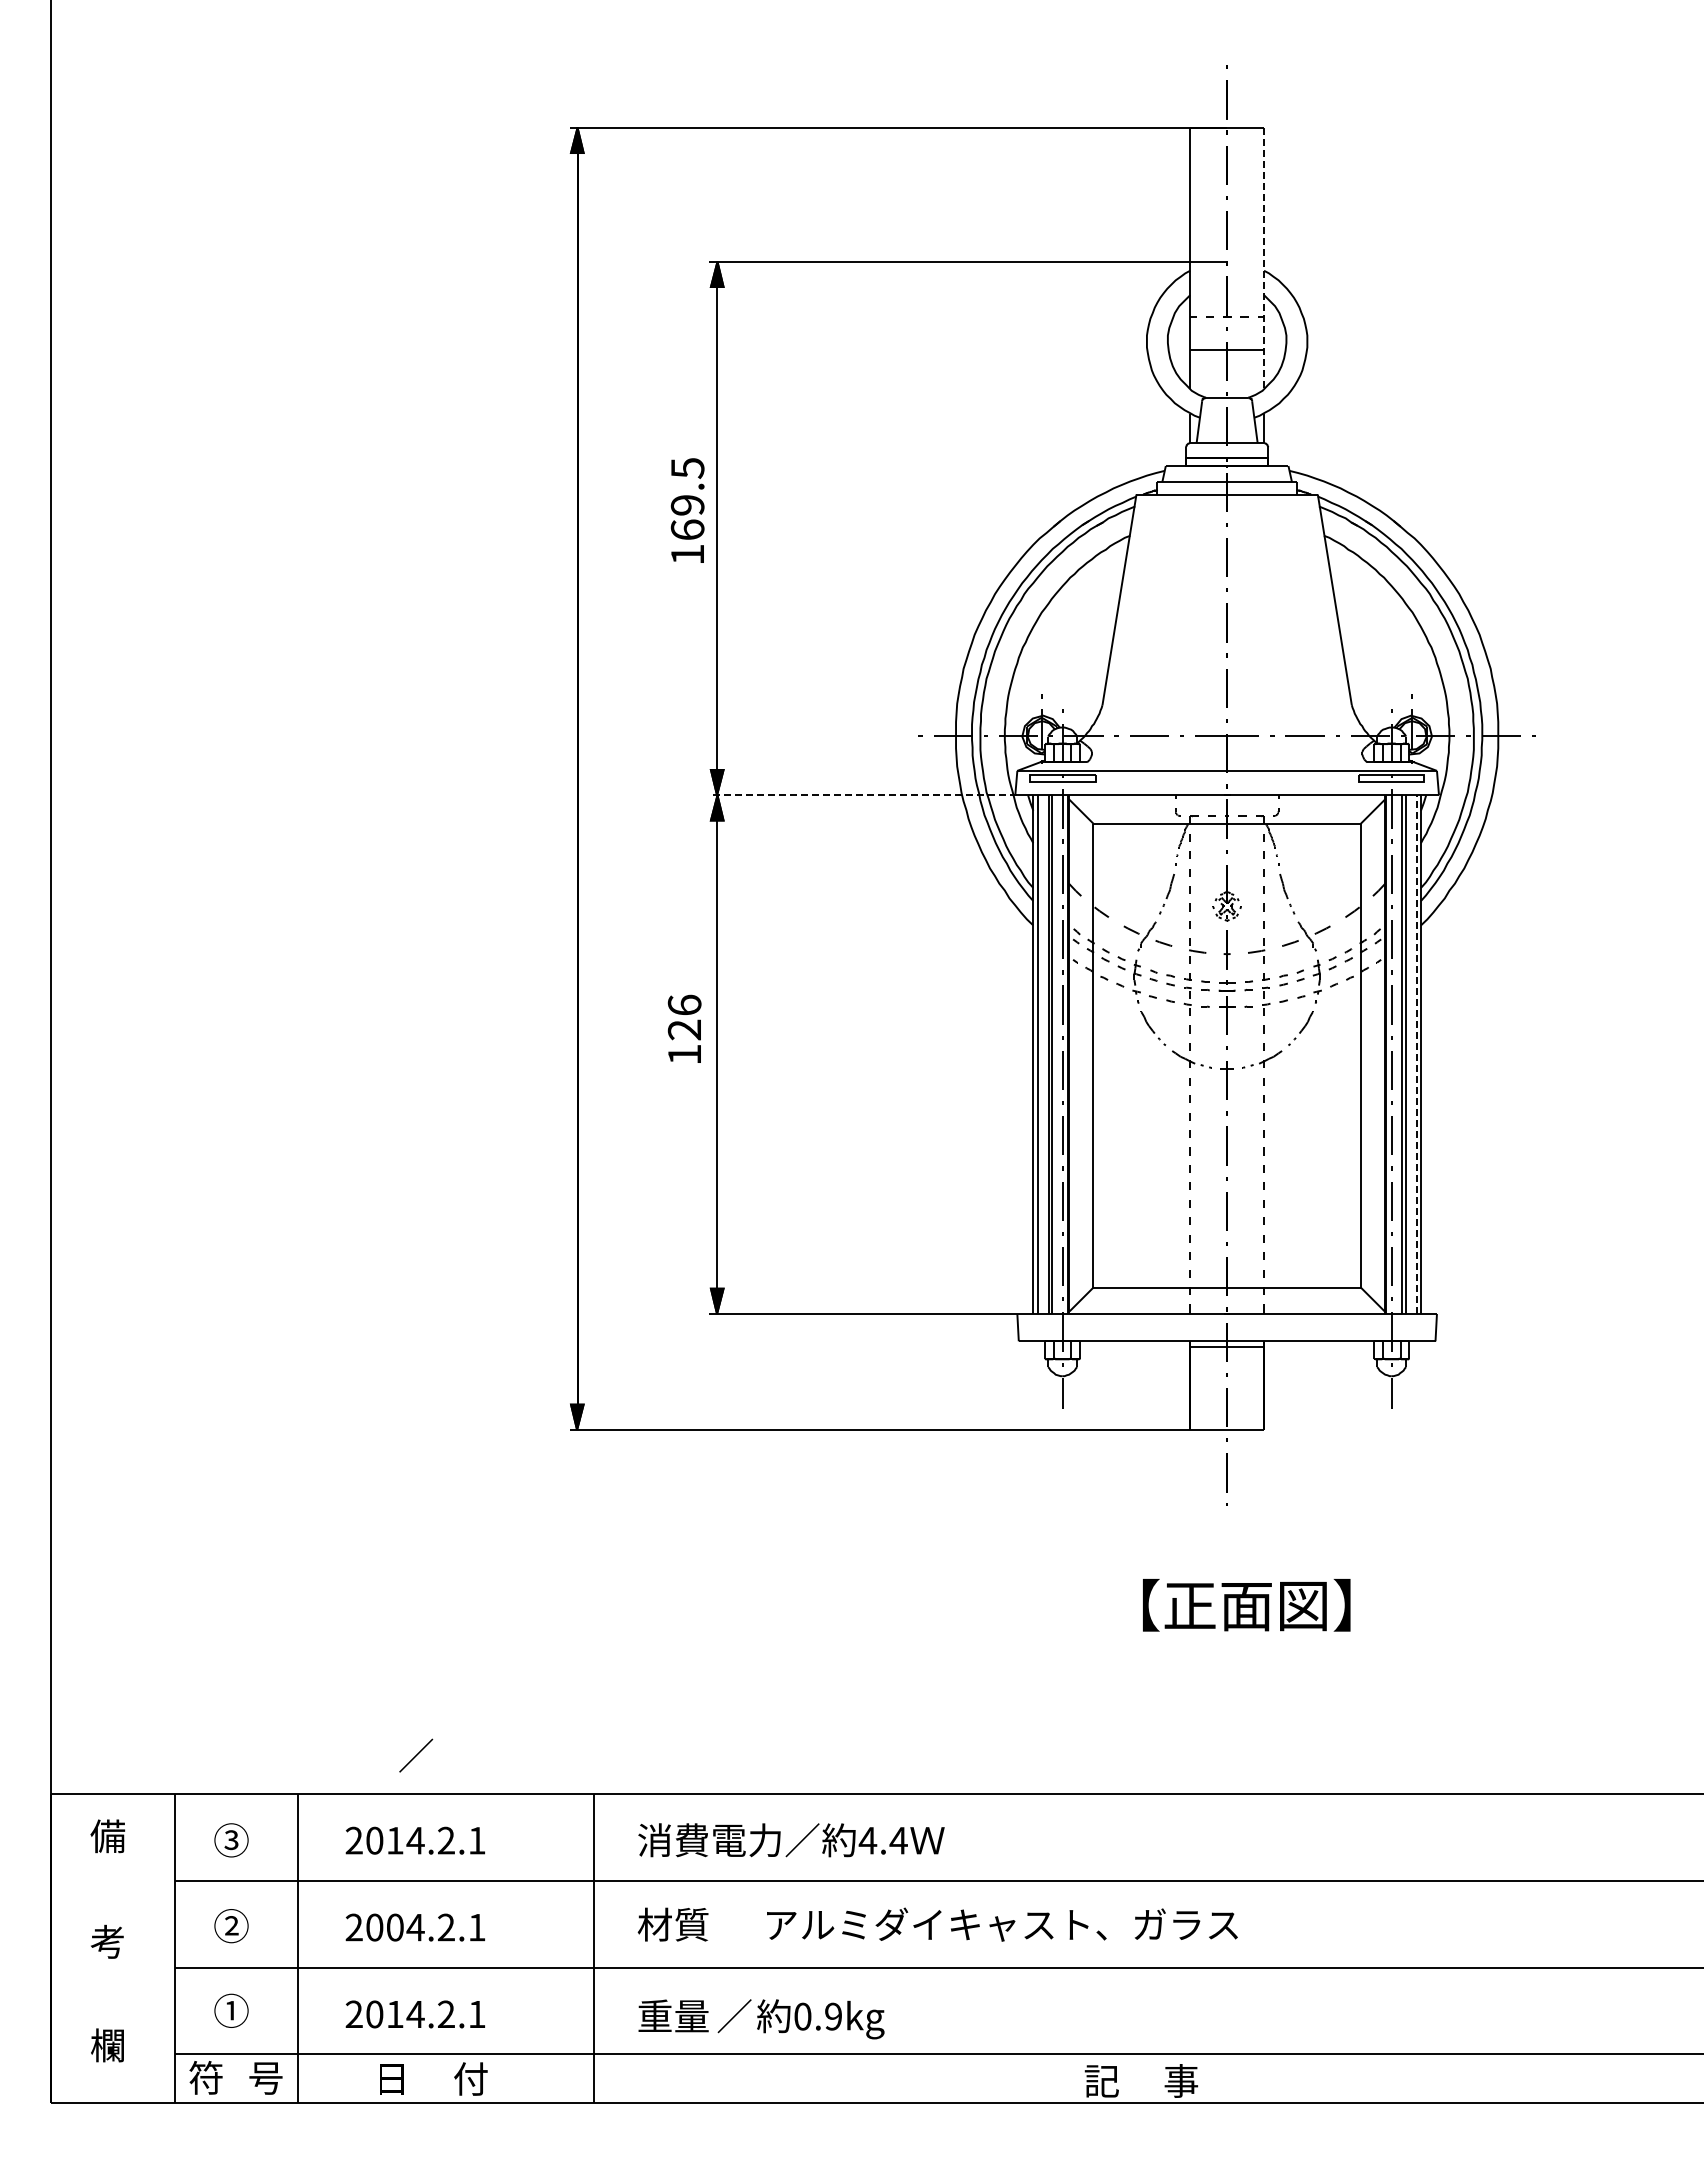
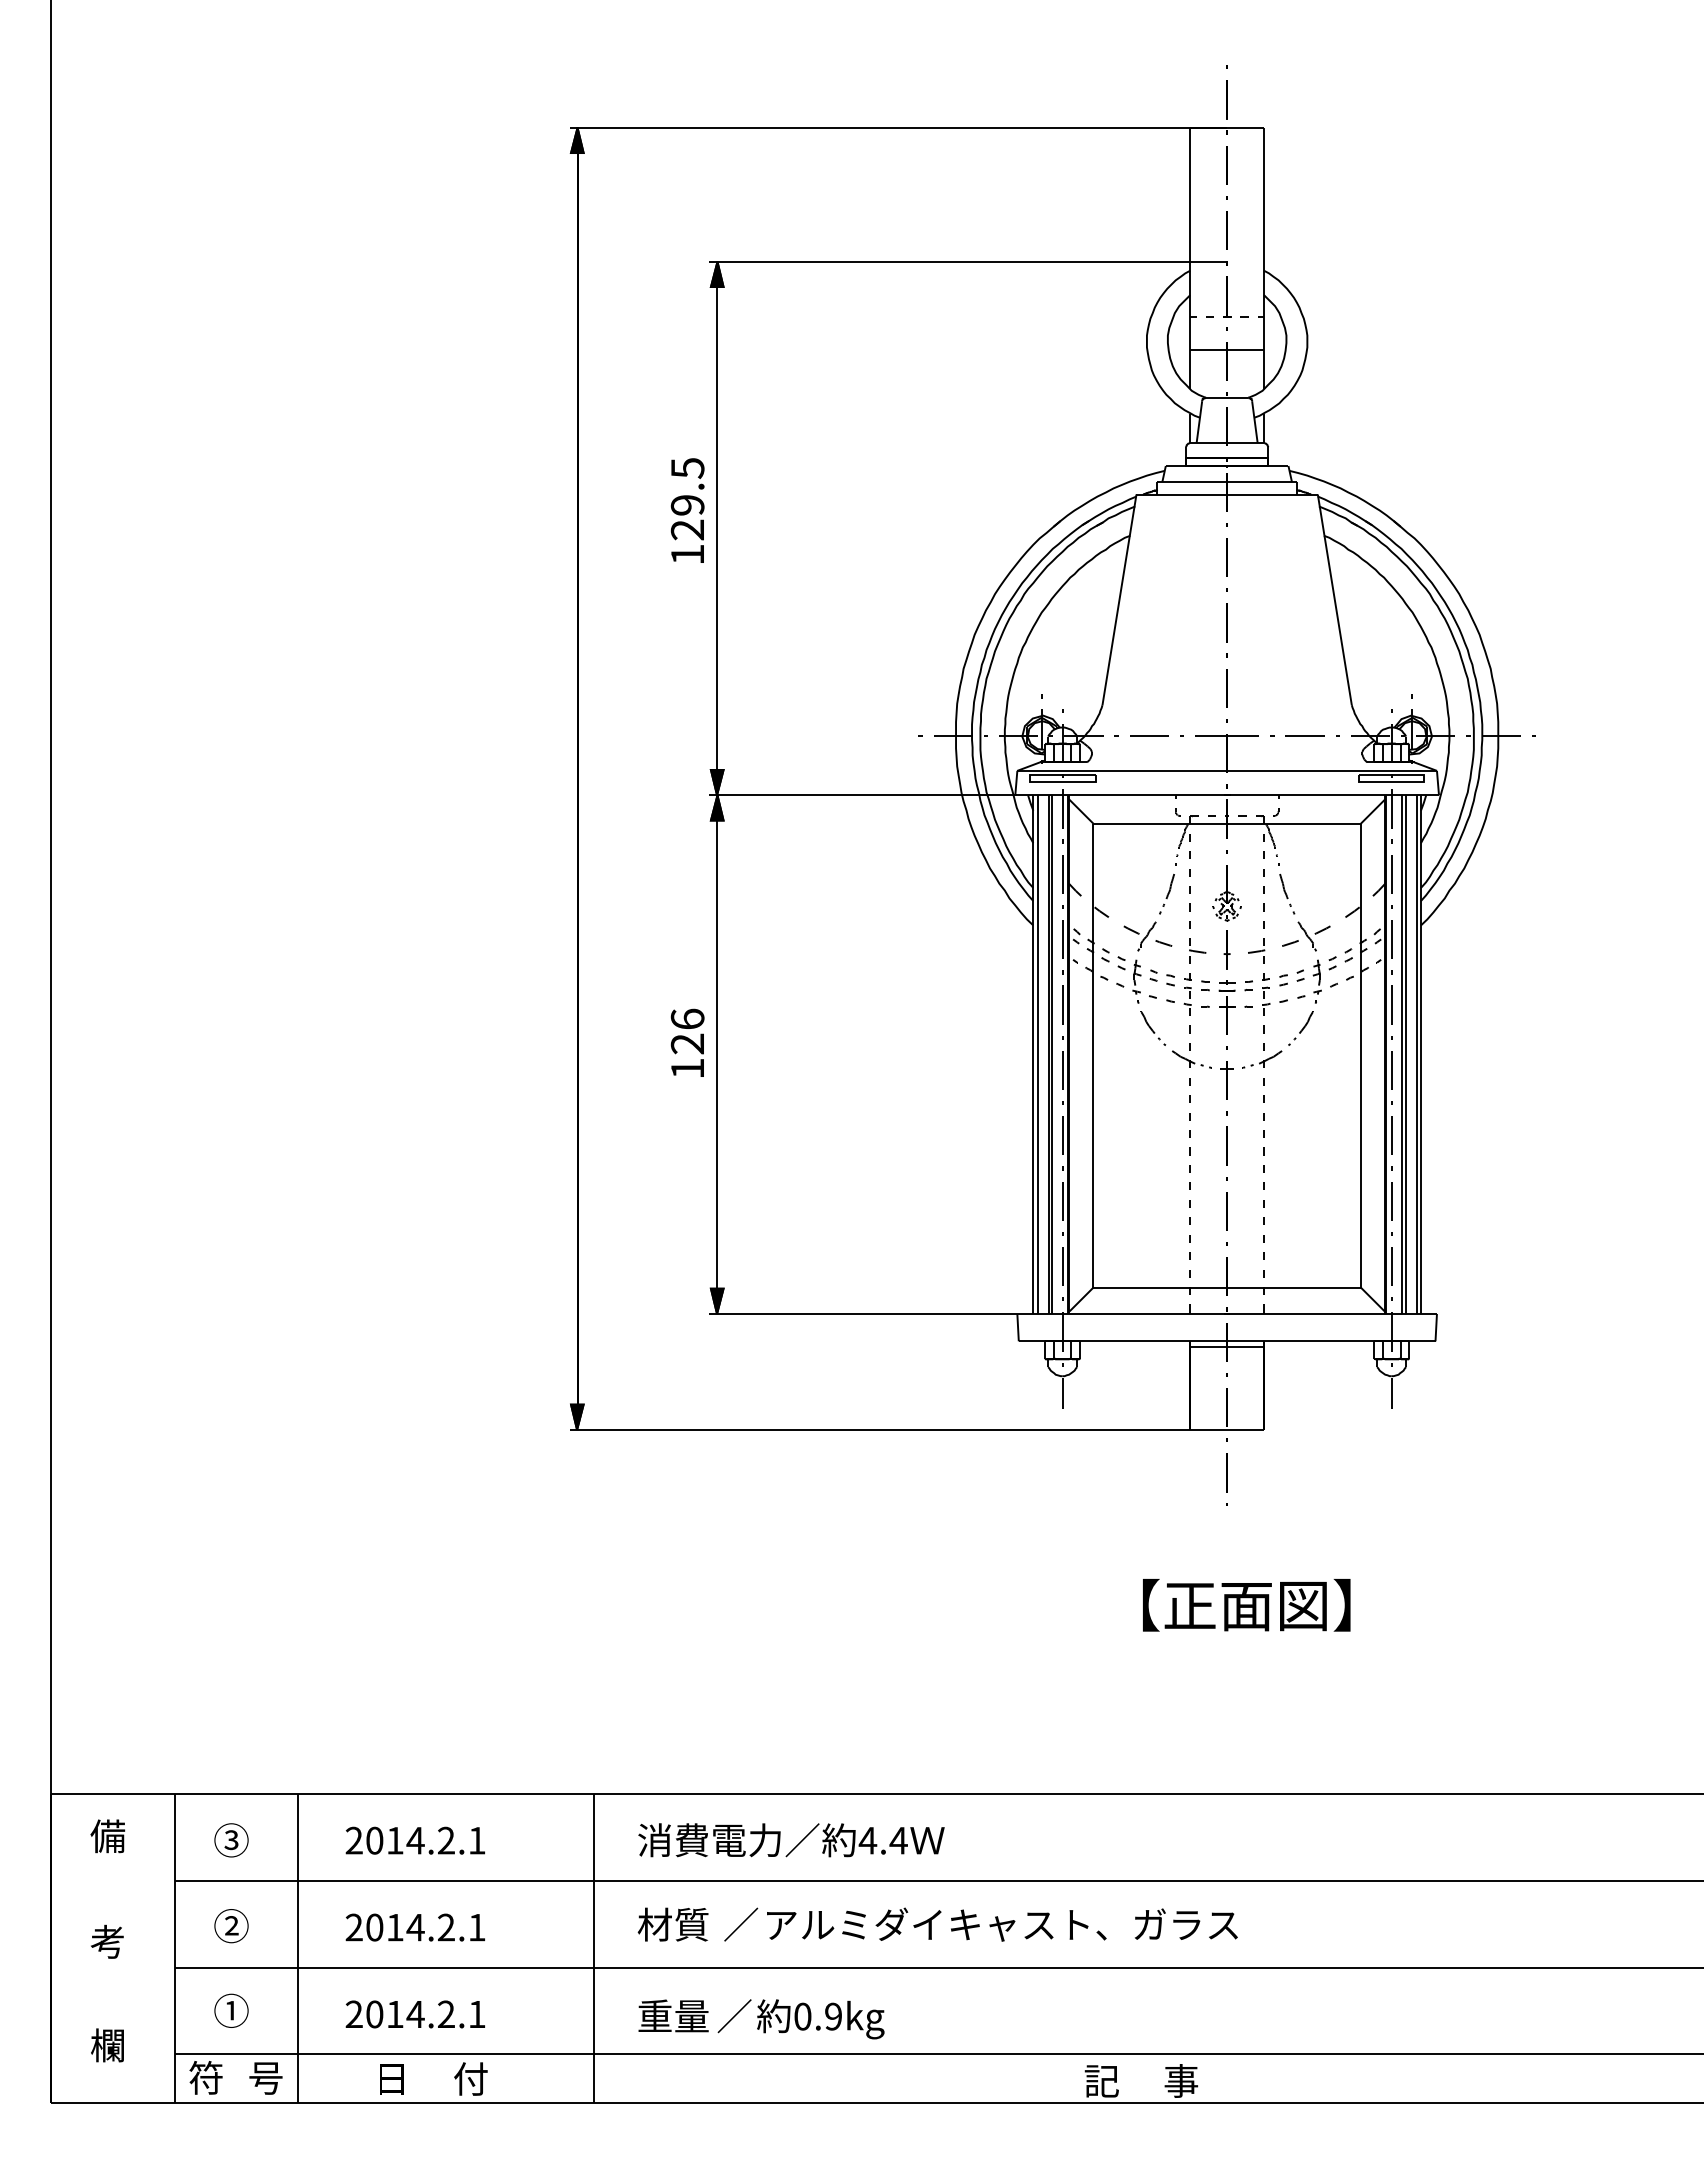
line at (1264, 258): dashed -> solid
text at (687, 529): 169.5 -> 129.5
line at (862, 795): dashed -> solid
text at (684, 1028) position: (684, 1028) -> (687, 1042)
line at (1416, 1054): dashed -> solid
text at (416, 1755) position: (416, 1755) -> (741, 1924)
text at (395, 1927): 2004.2.1 -> 2014.2.1
